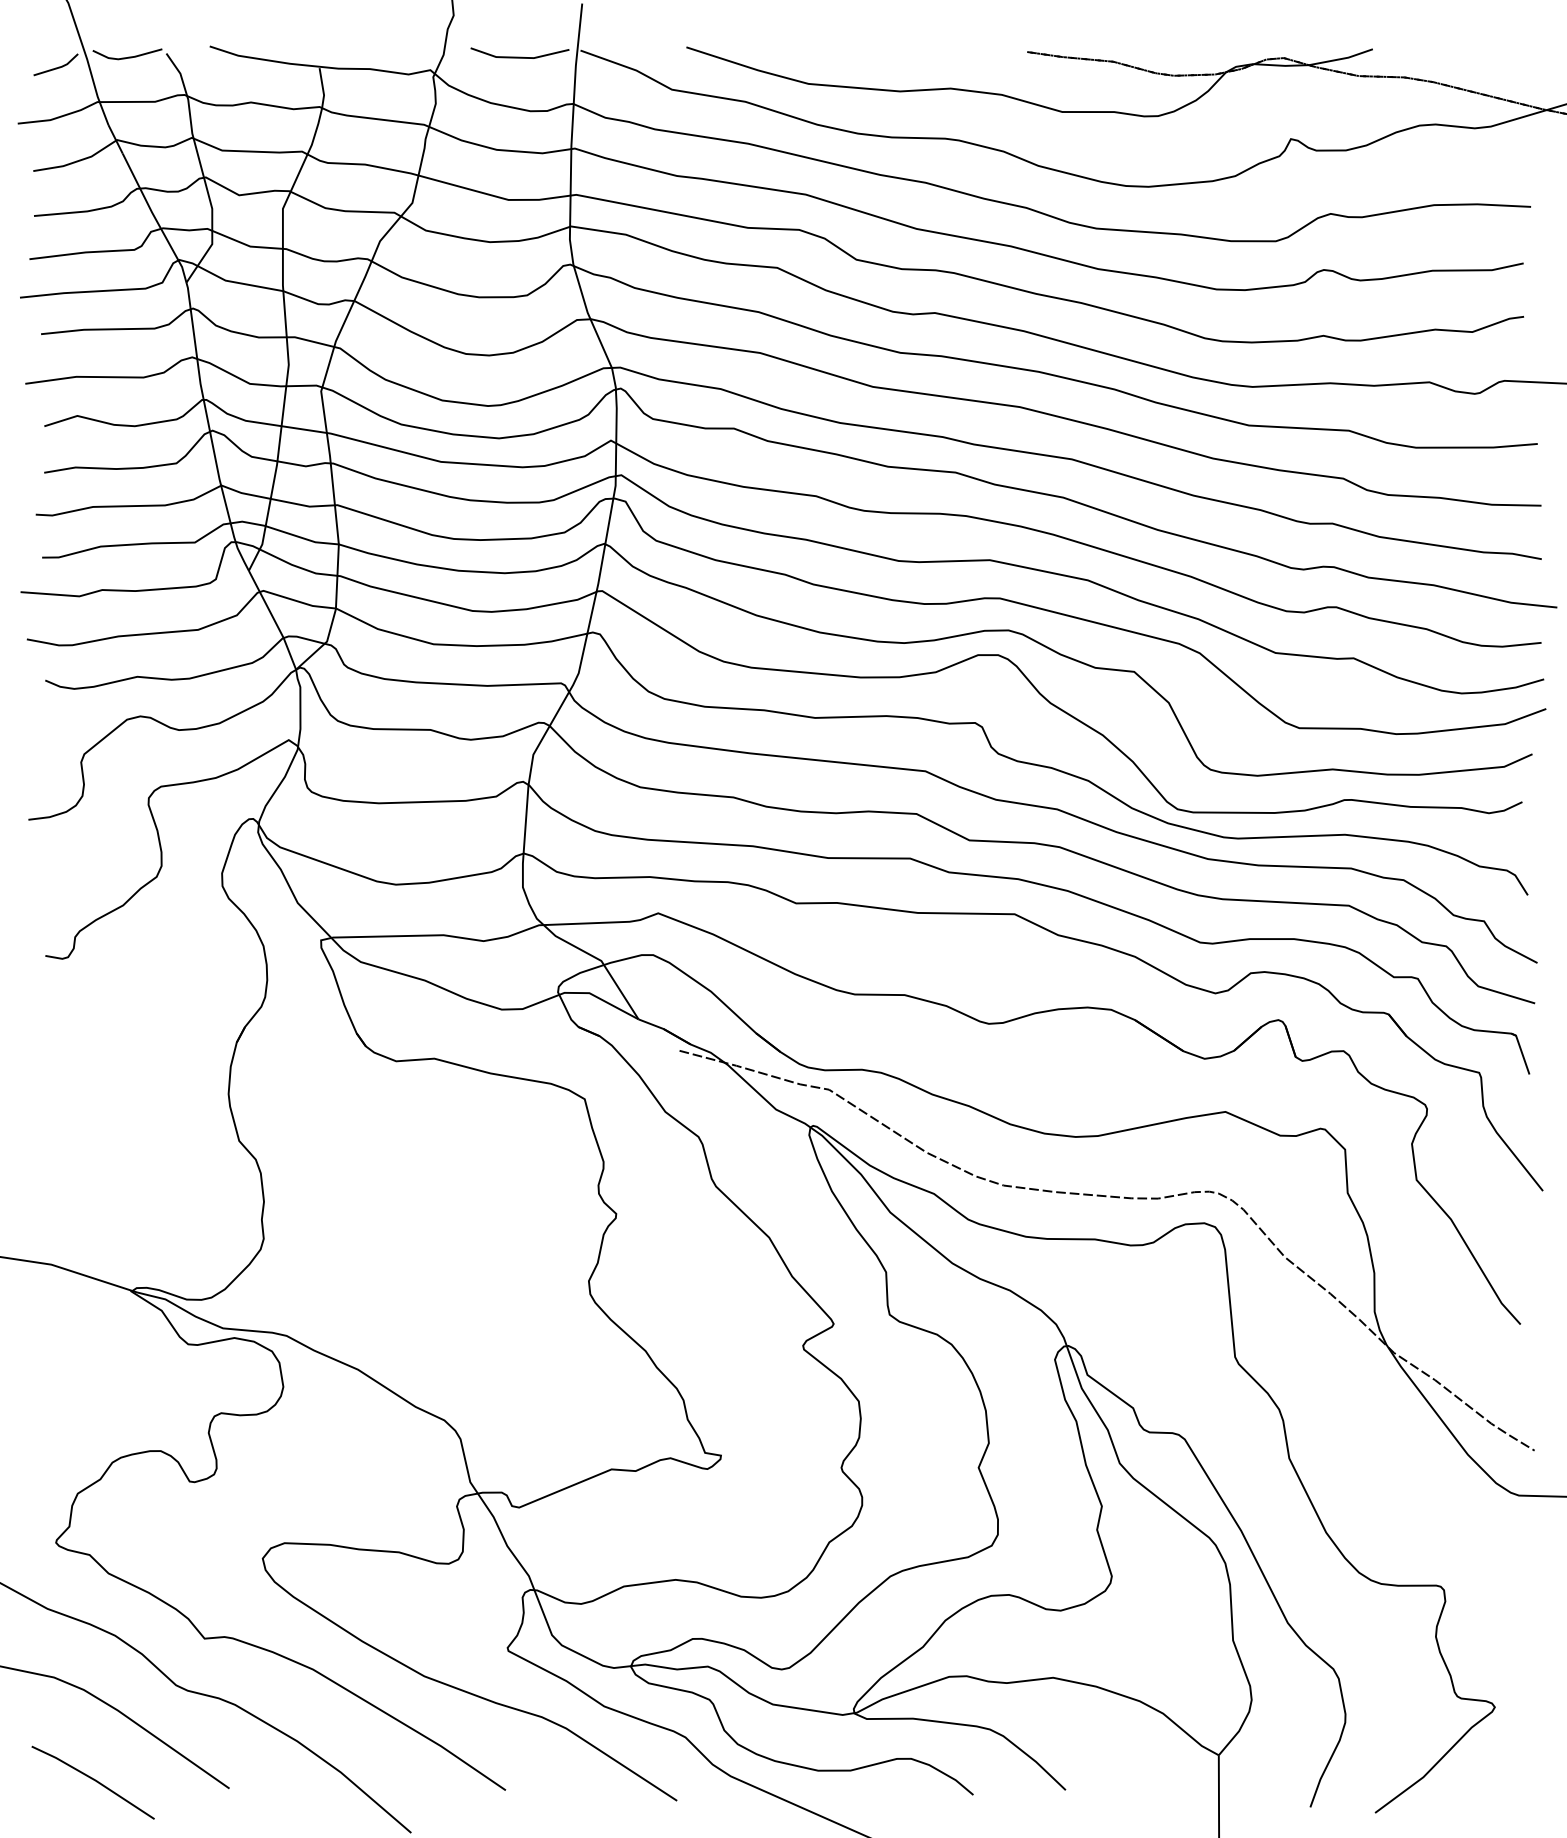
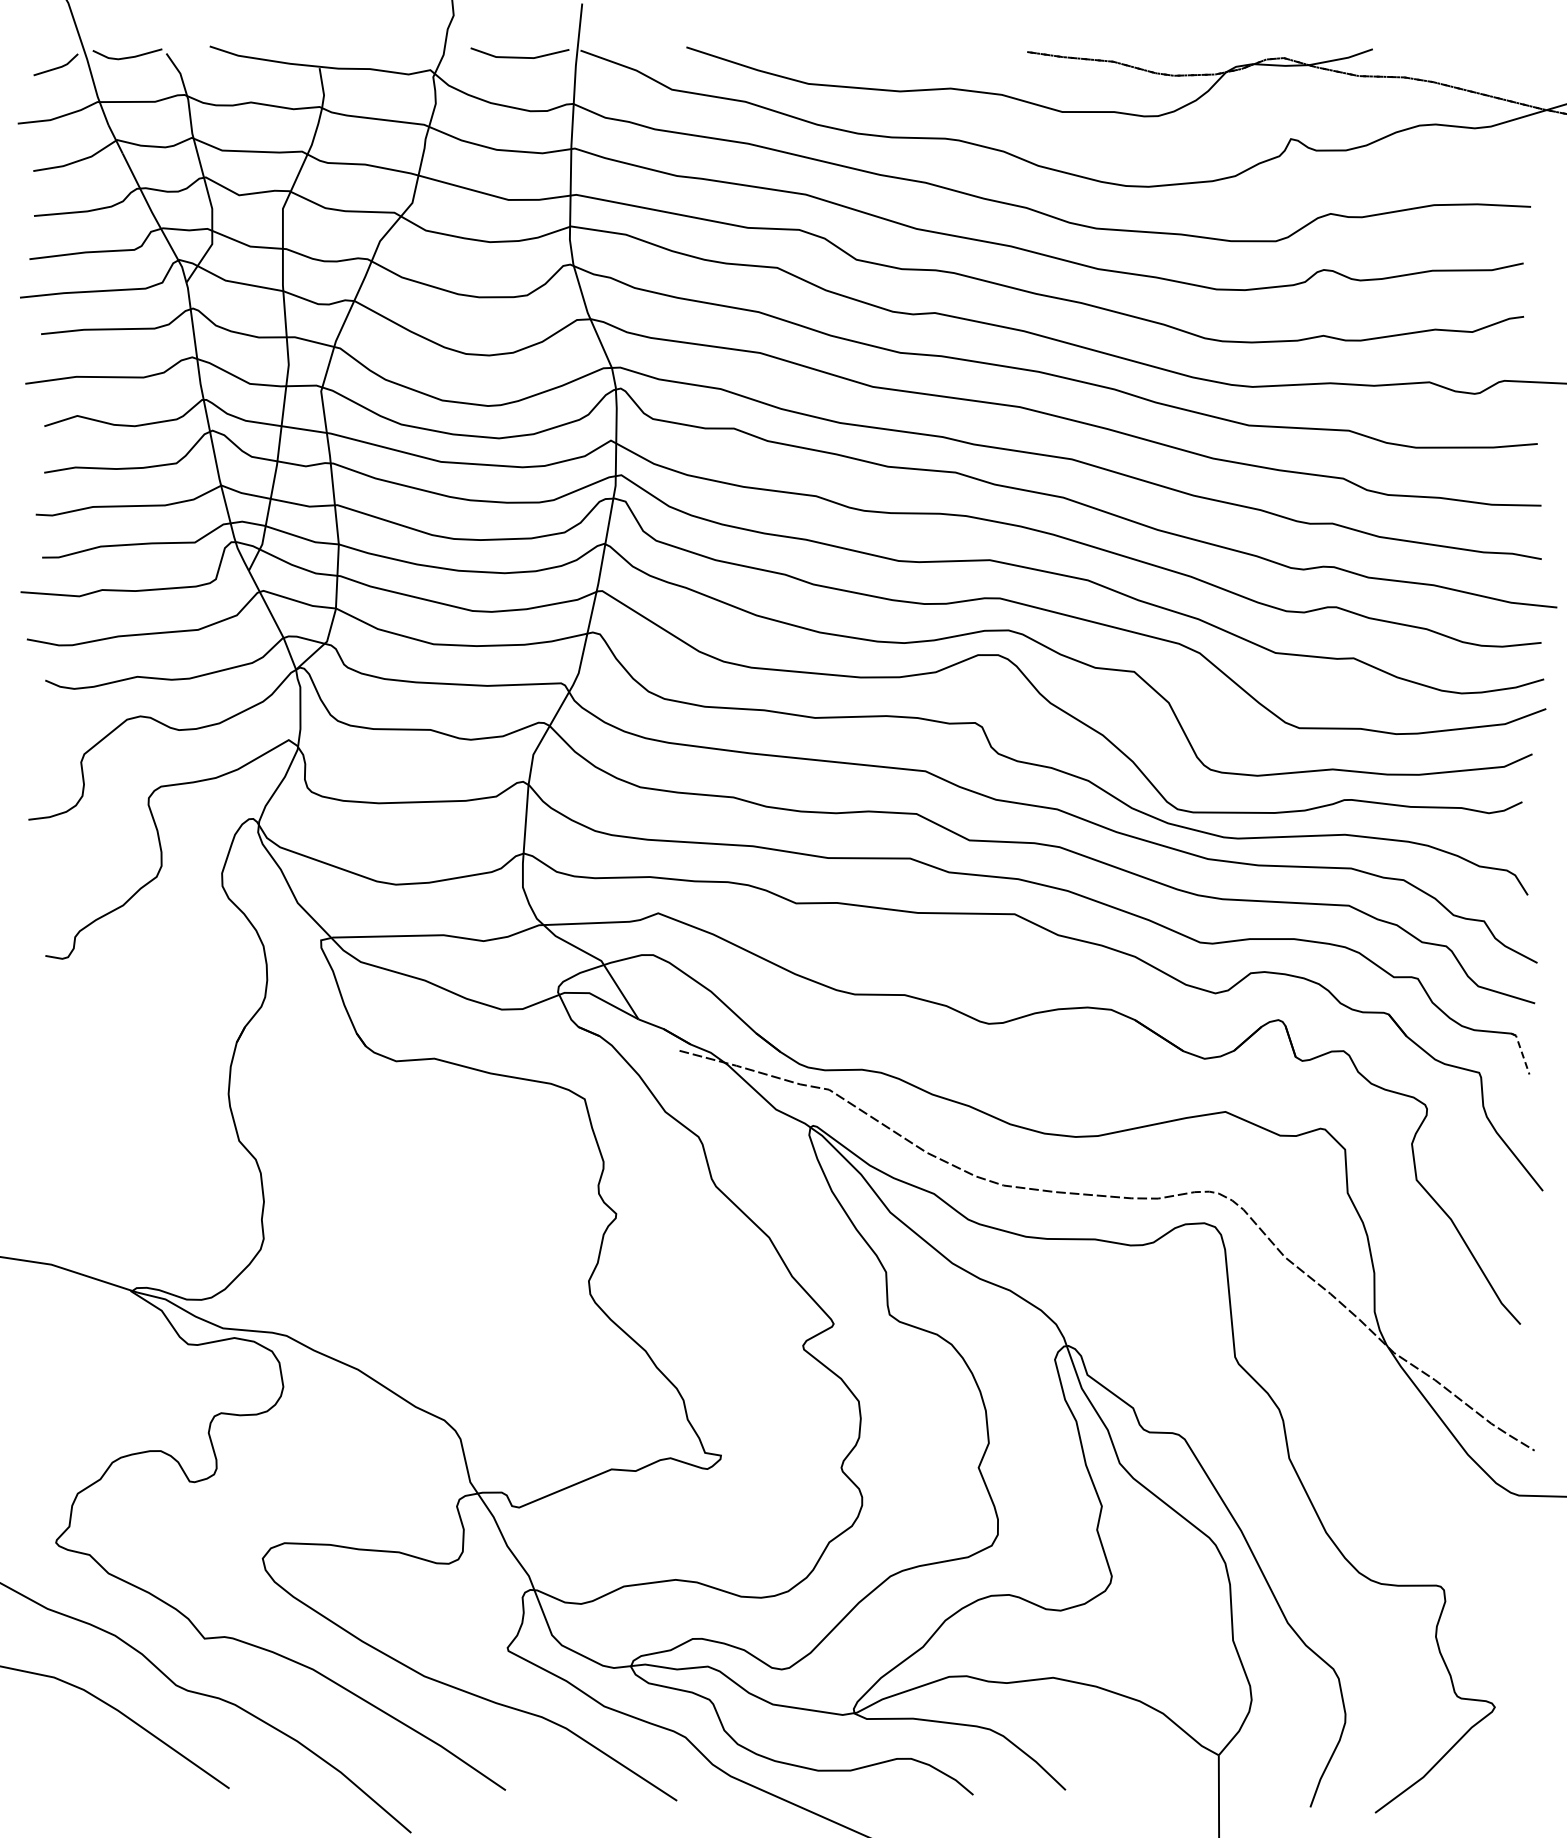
line at (1521, 1052): solid -> dashed
line at (93, 1780): present -> none
